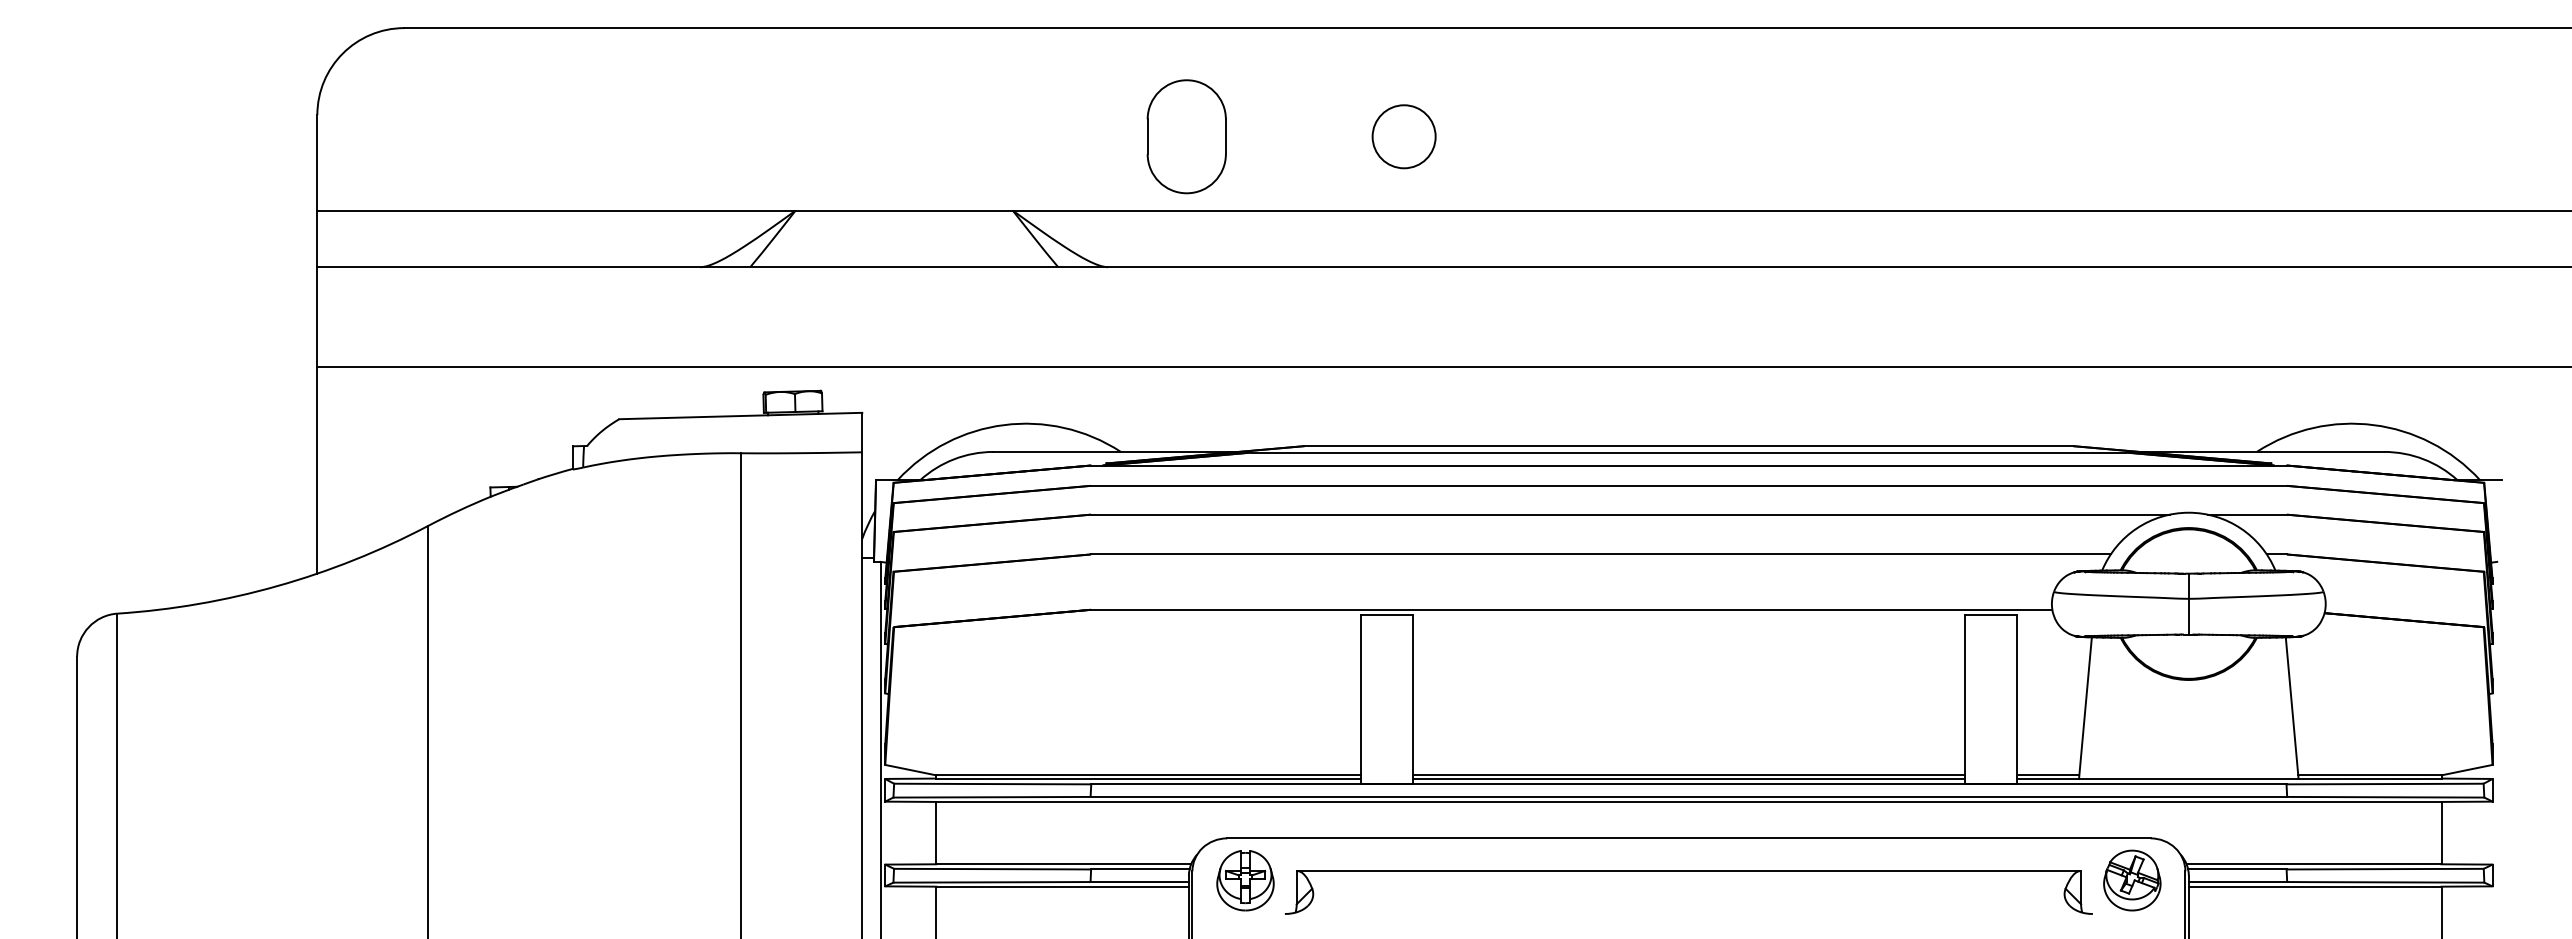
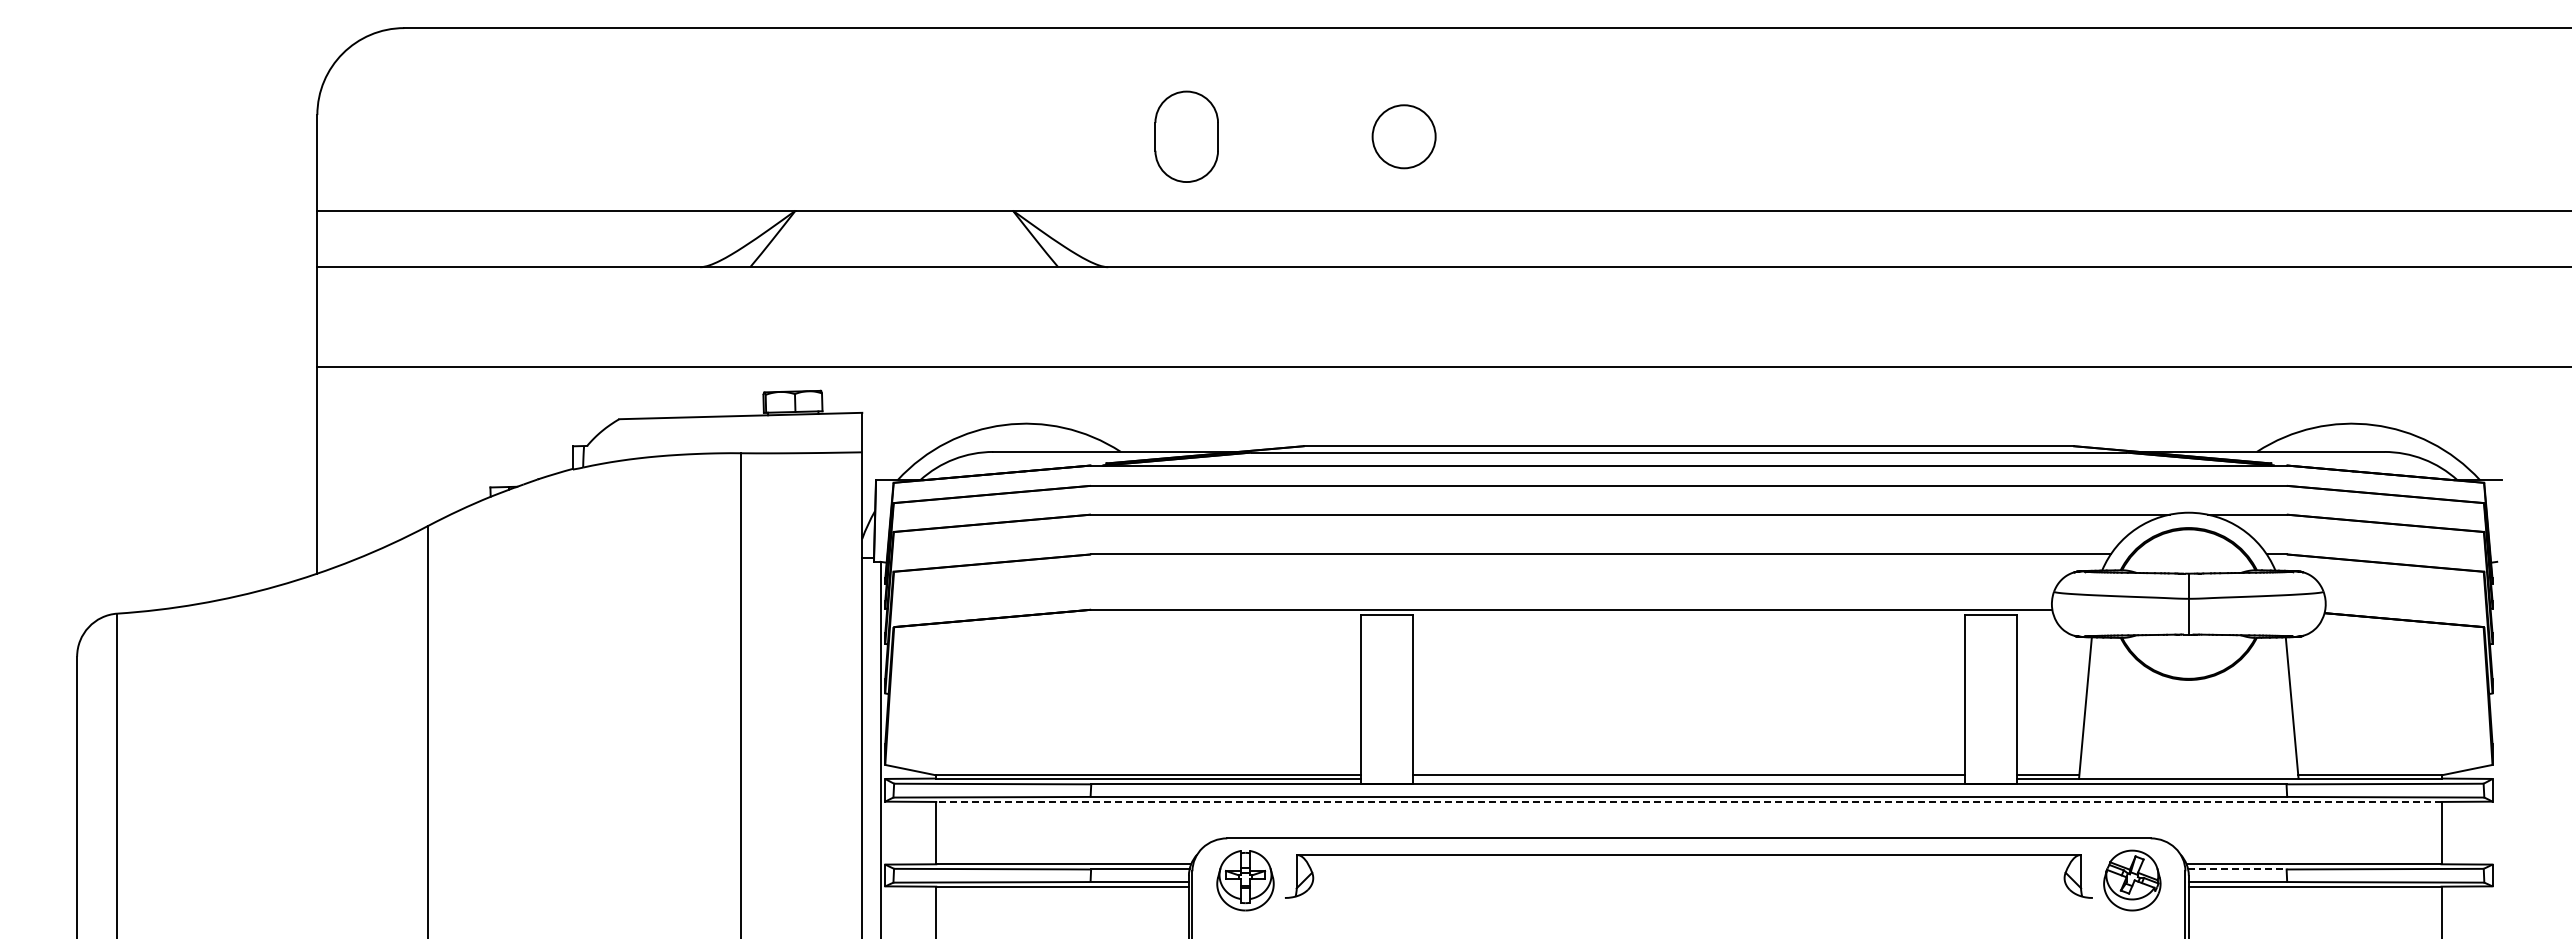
part at (1186, 136) size: 81x116 px -> 65x93 px
line at (1688, 778): present -> none
line at (1688, 801): solid -> dashed
line at (2237, 869): solid -> dashed
part at (1688, 871) position: (1688, 871) -> (1688, 855)
